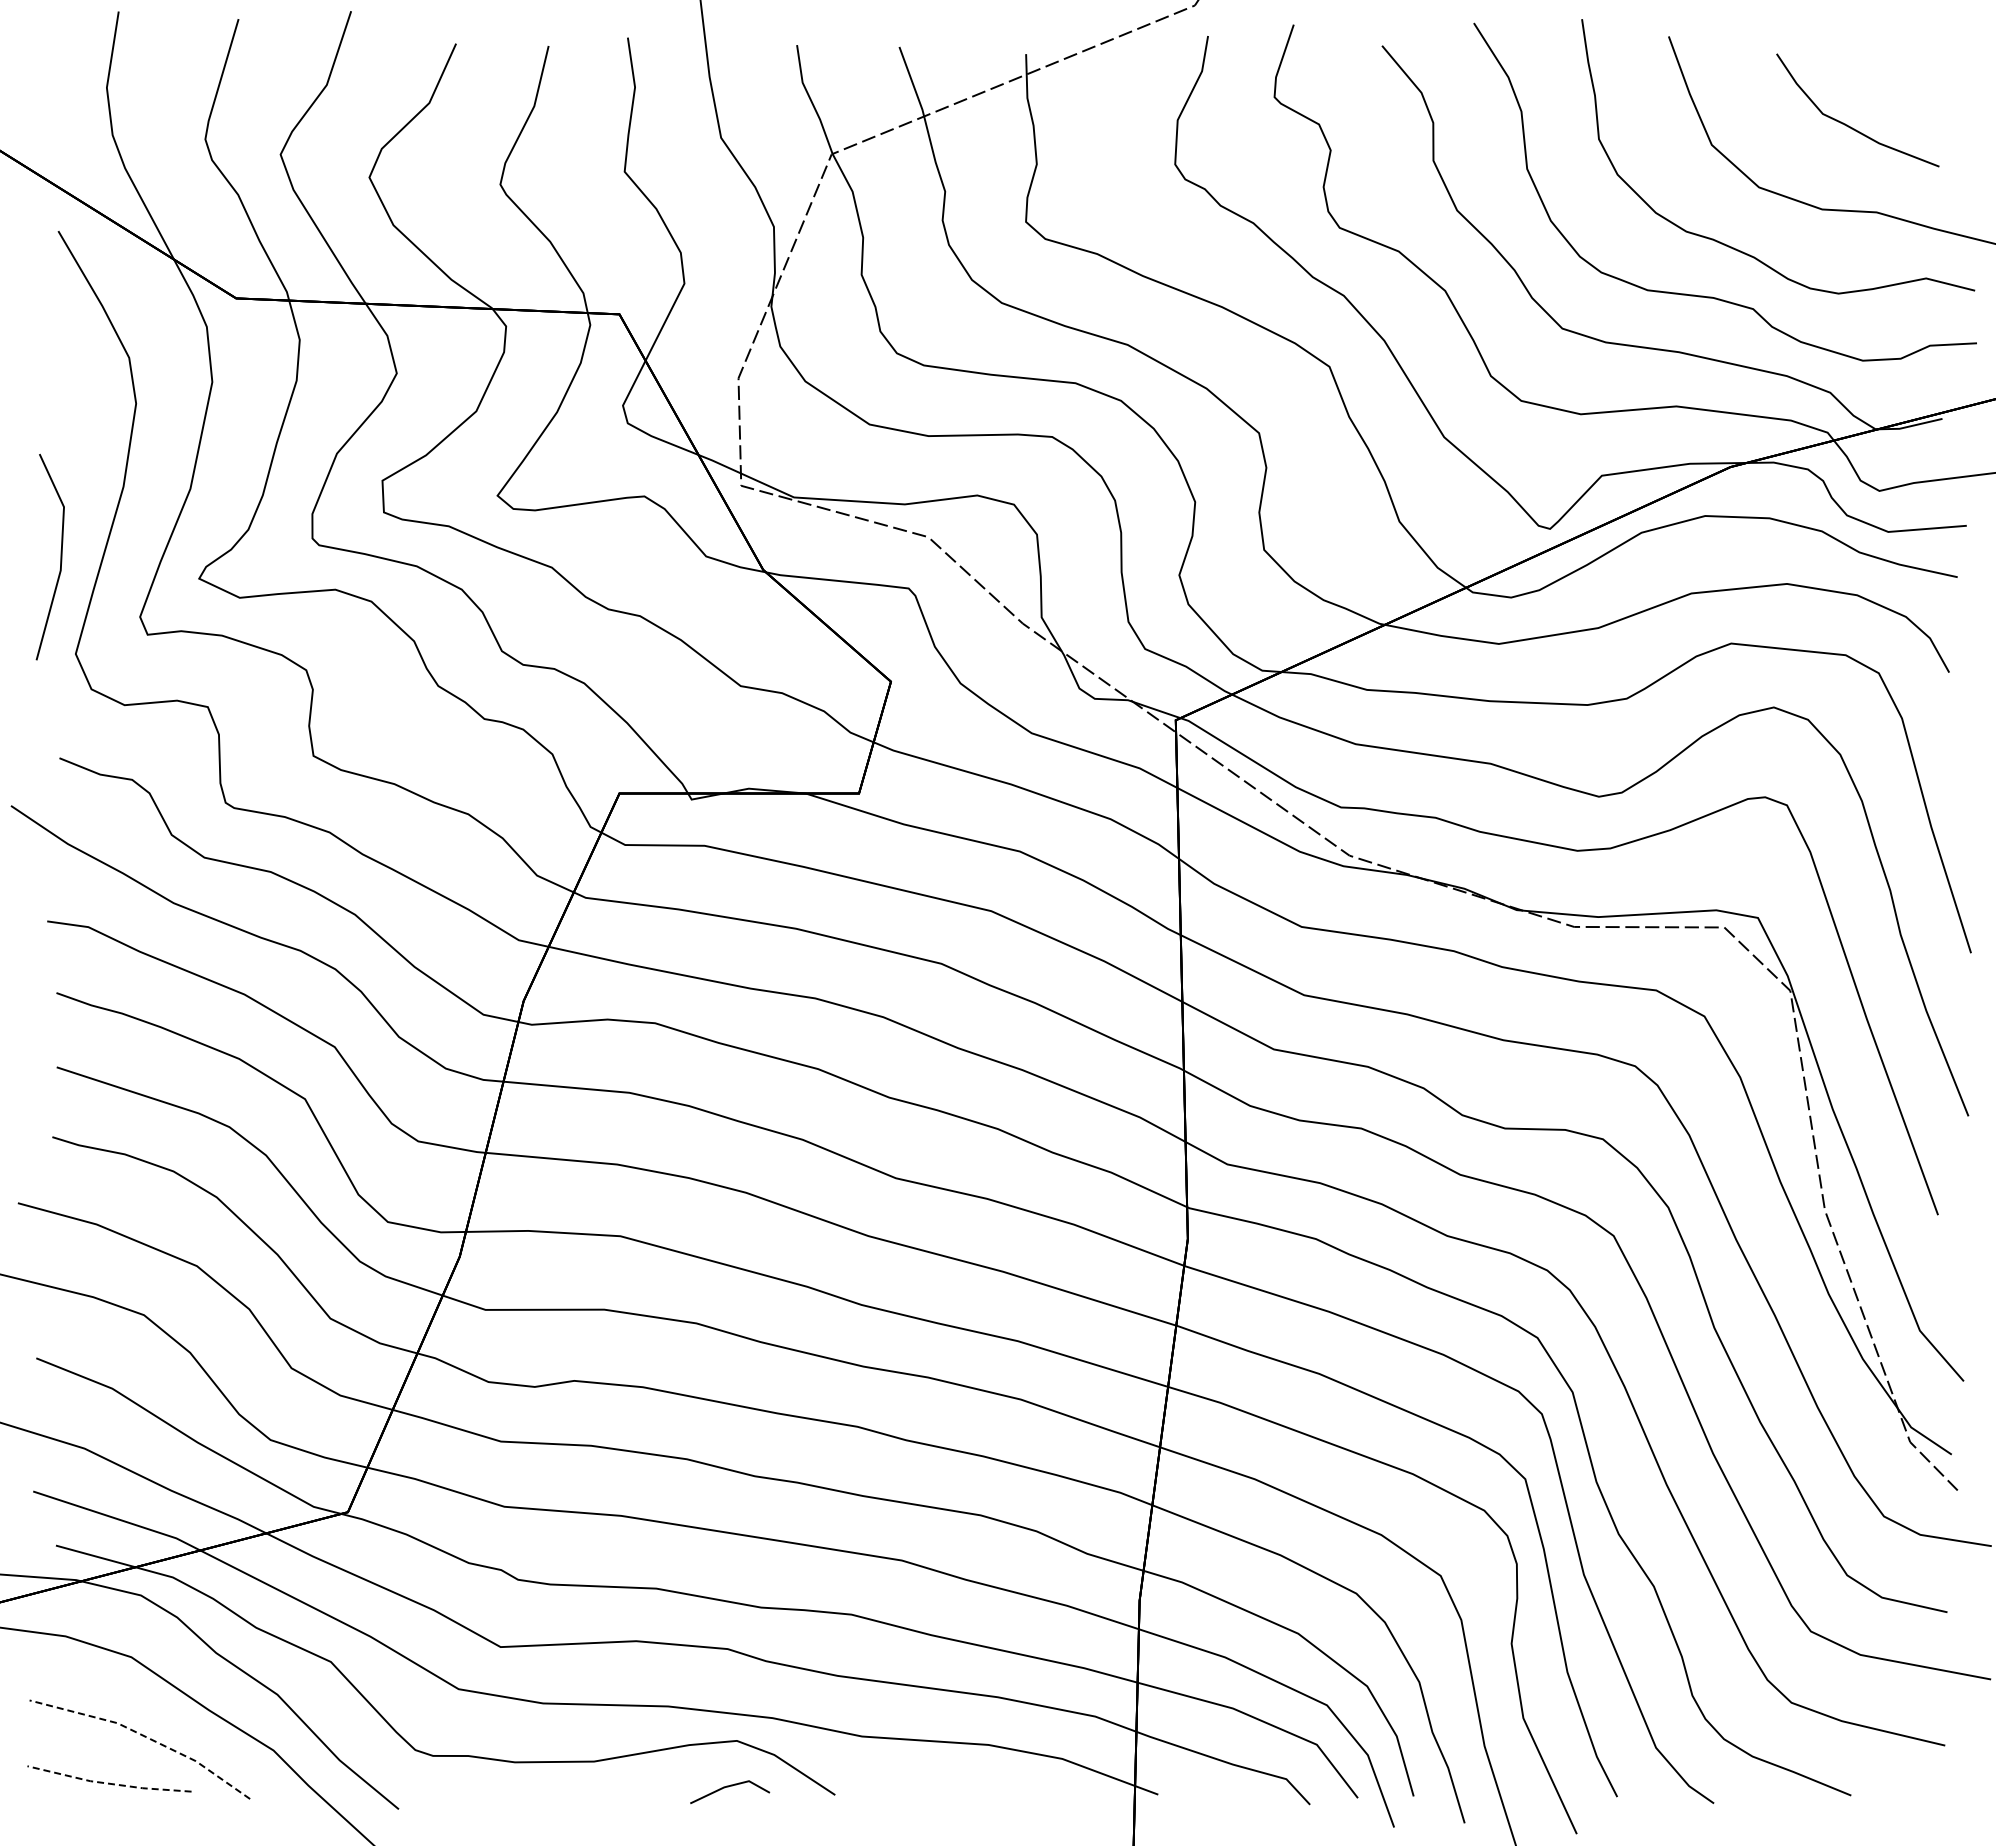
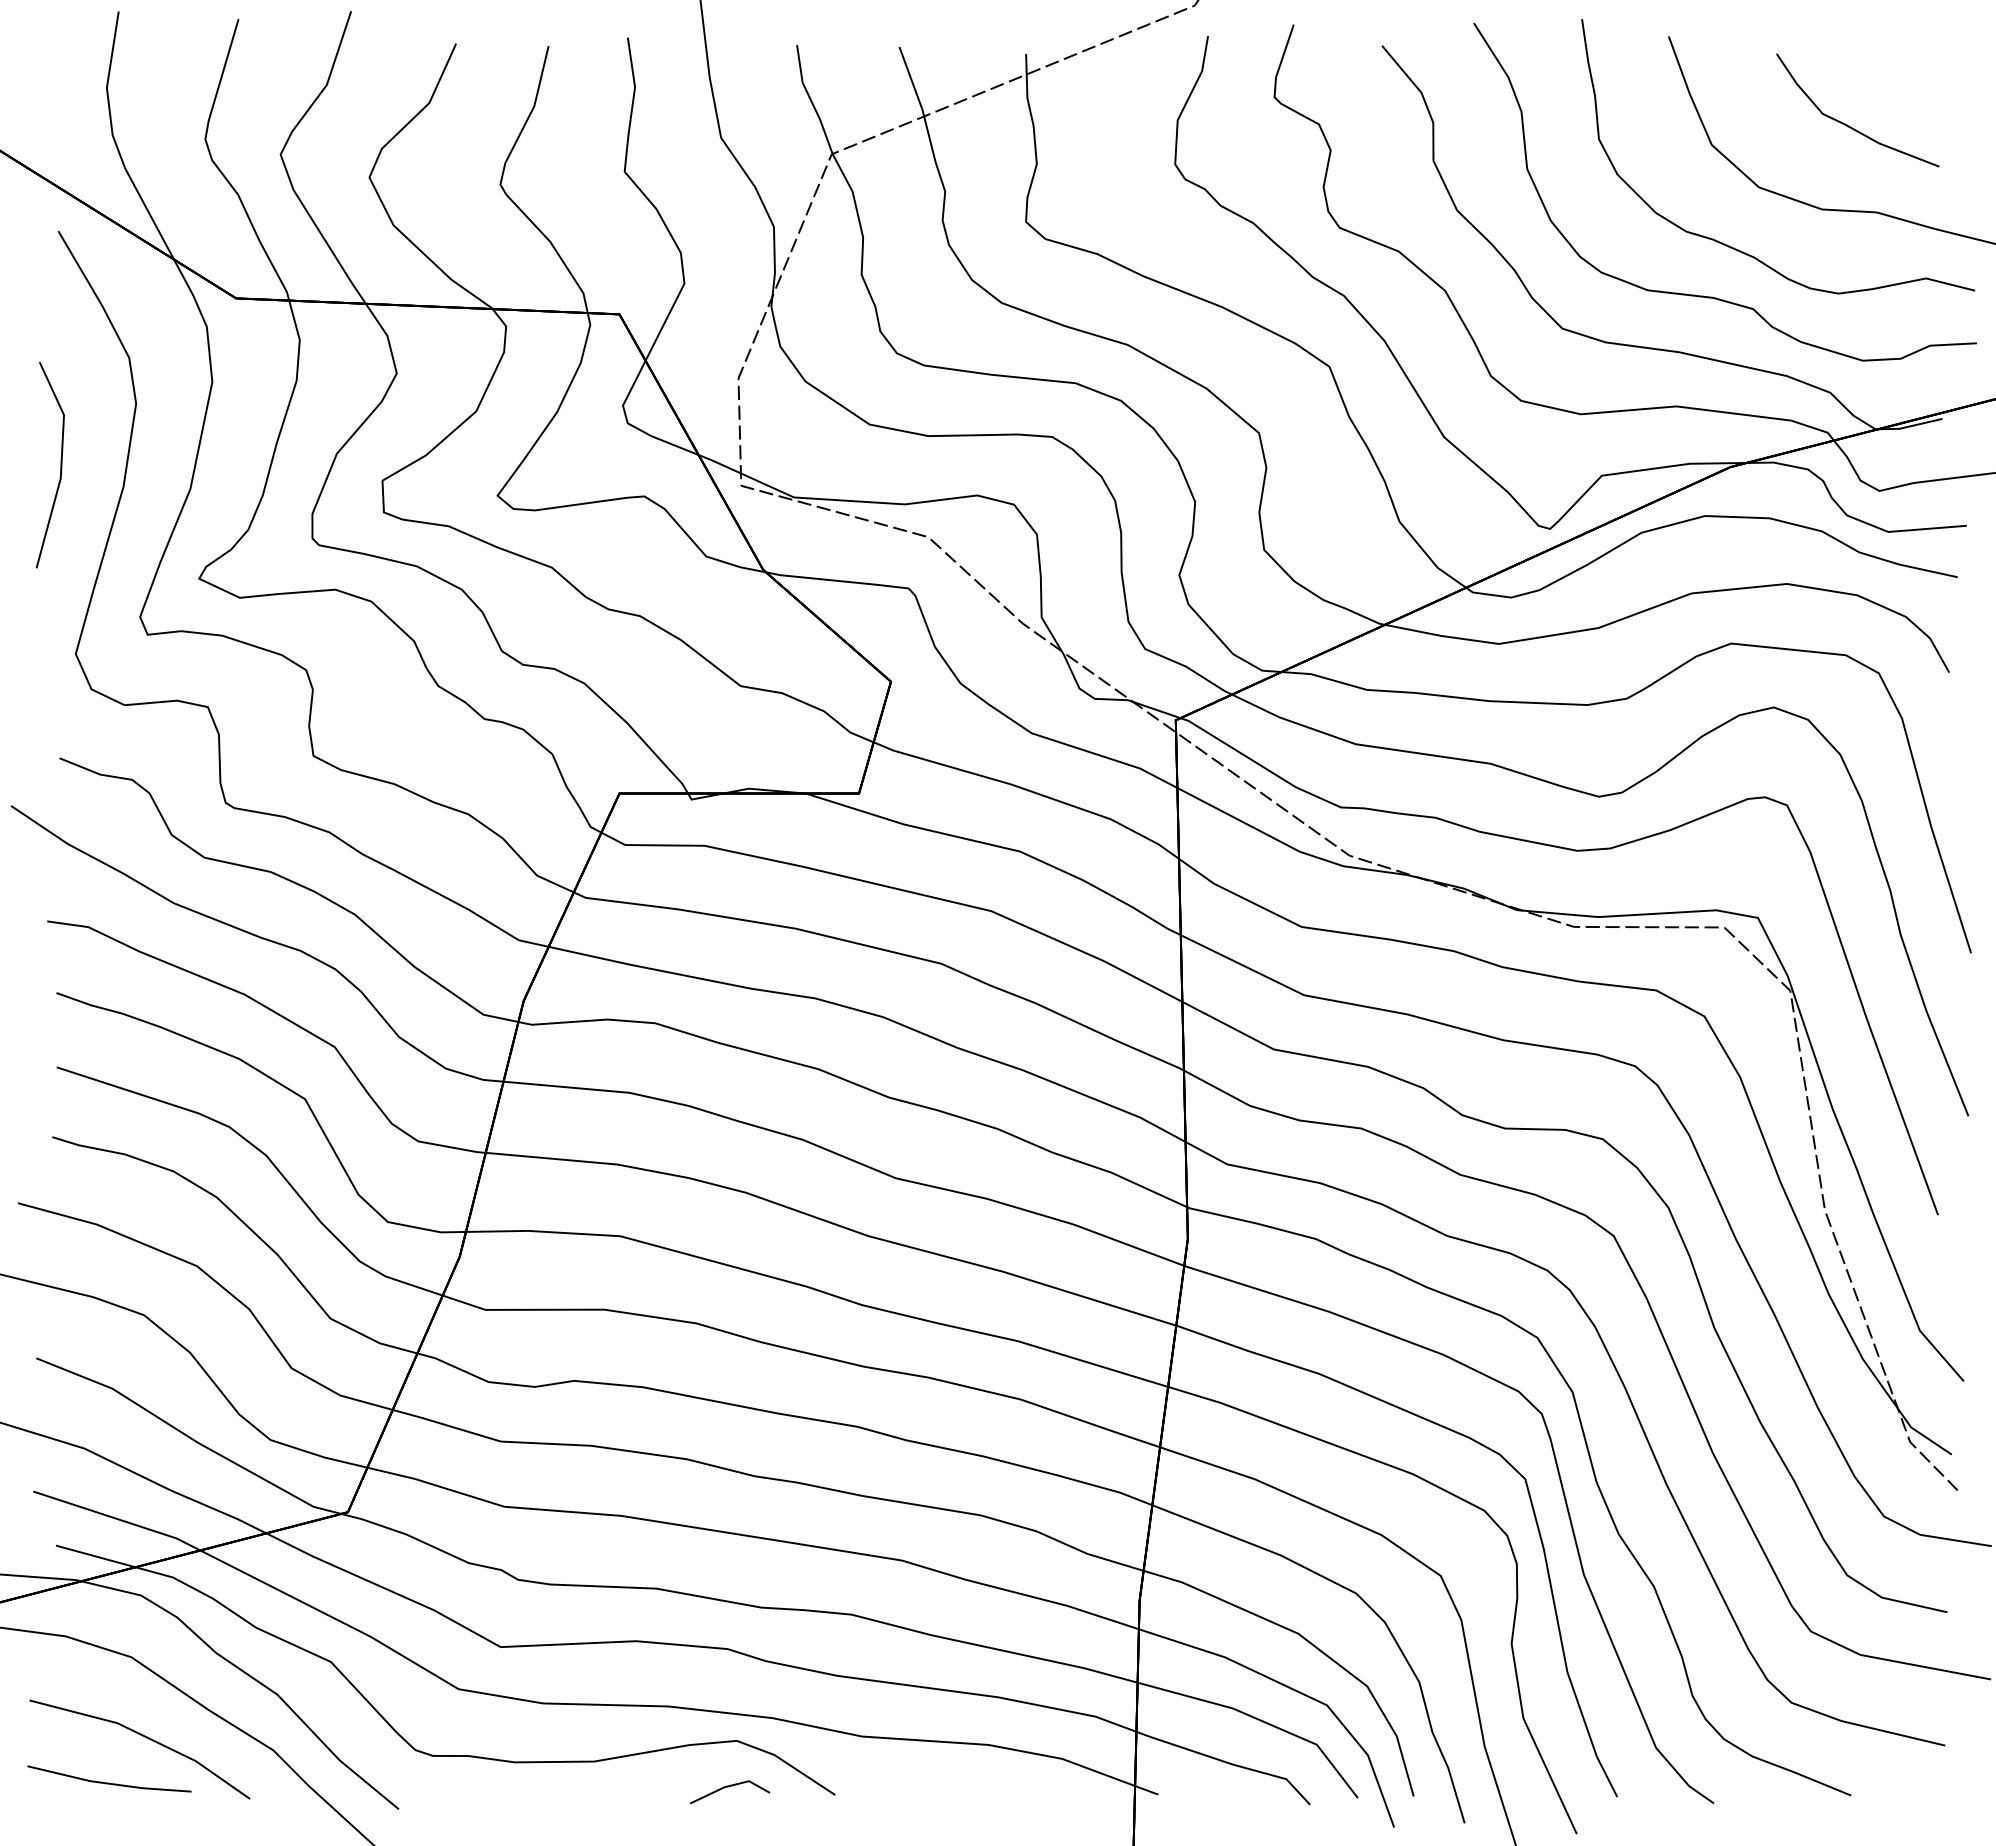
line at (60, 556) position: (60, 556) -> (60, 464)
line at (146, 1737): dashed -> solid
line at (109, 1783): dashed -> solid
